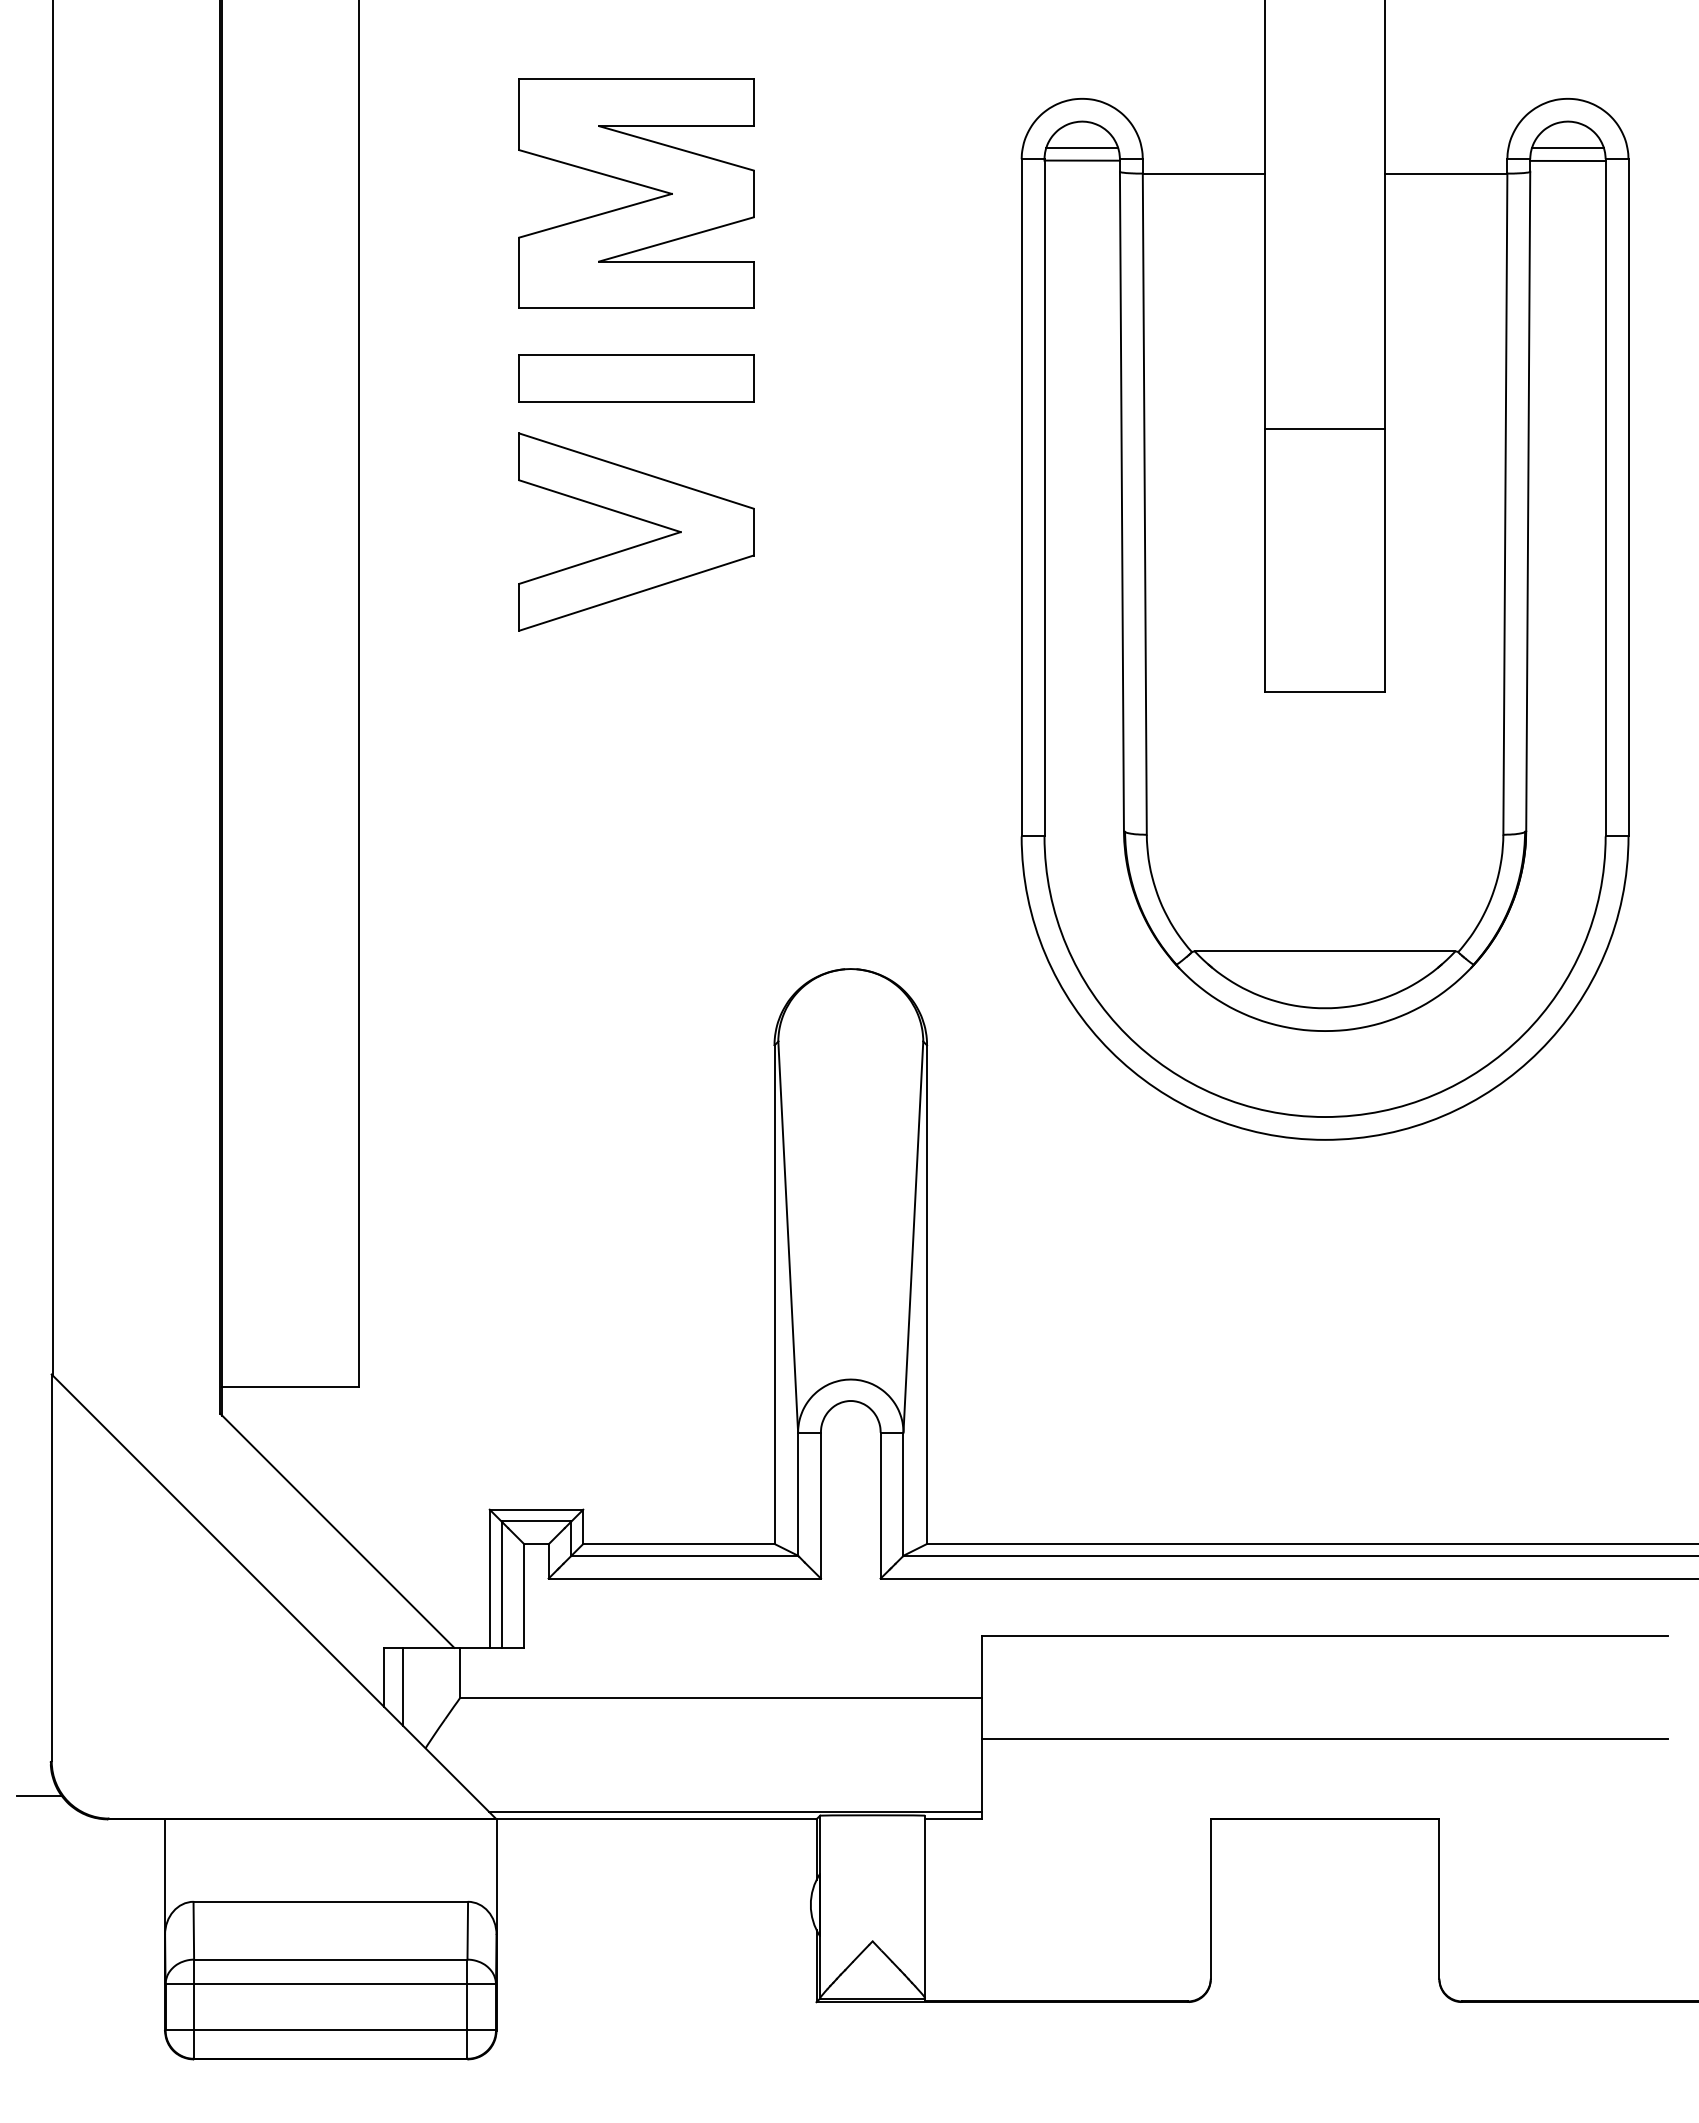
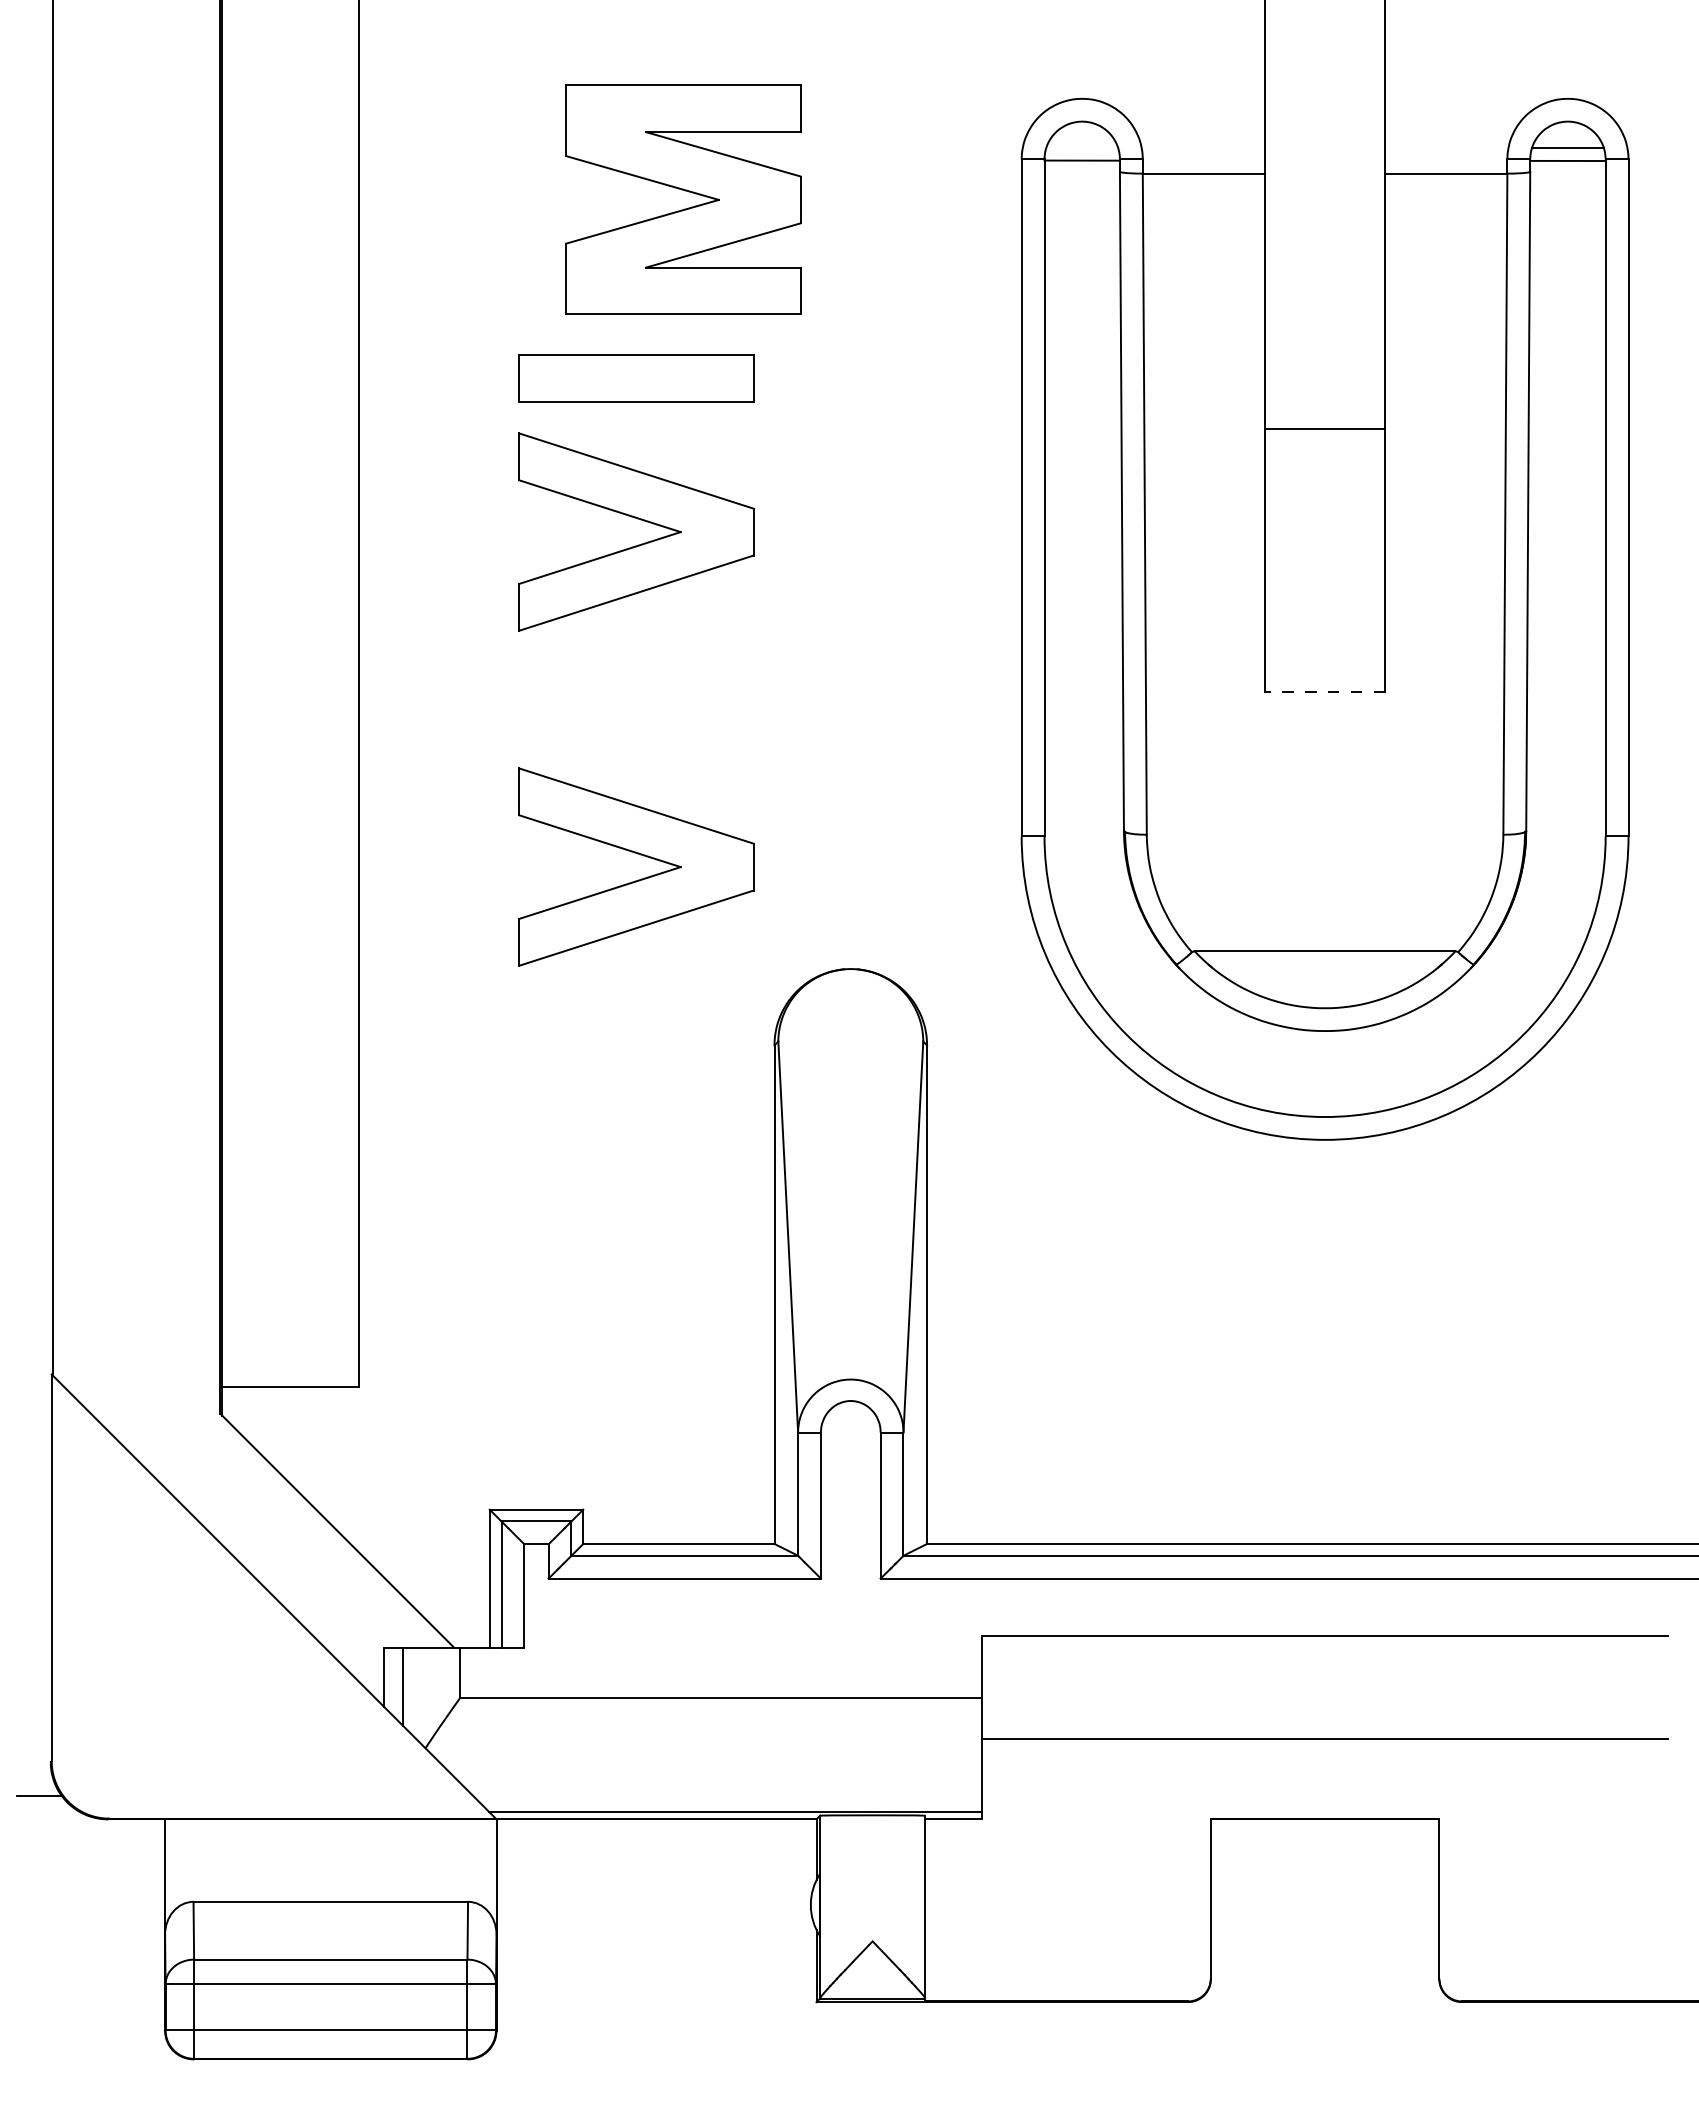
line at (1082, 147): present -> none
part at (638, 185) position: (638, 185) -> (685, 191)
line at (1325, 692): solid -> dashed
part at (640, 855): none -> present
